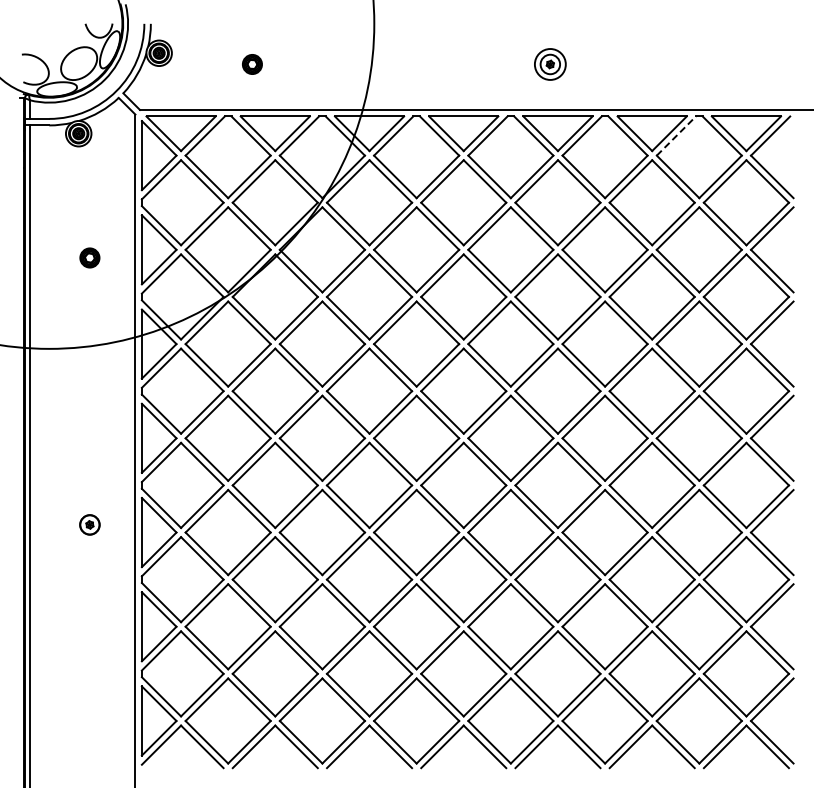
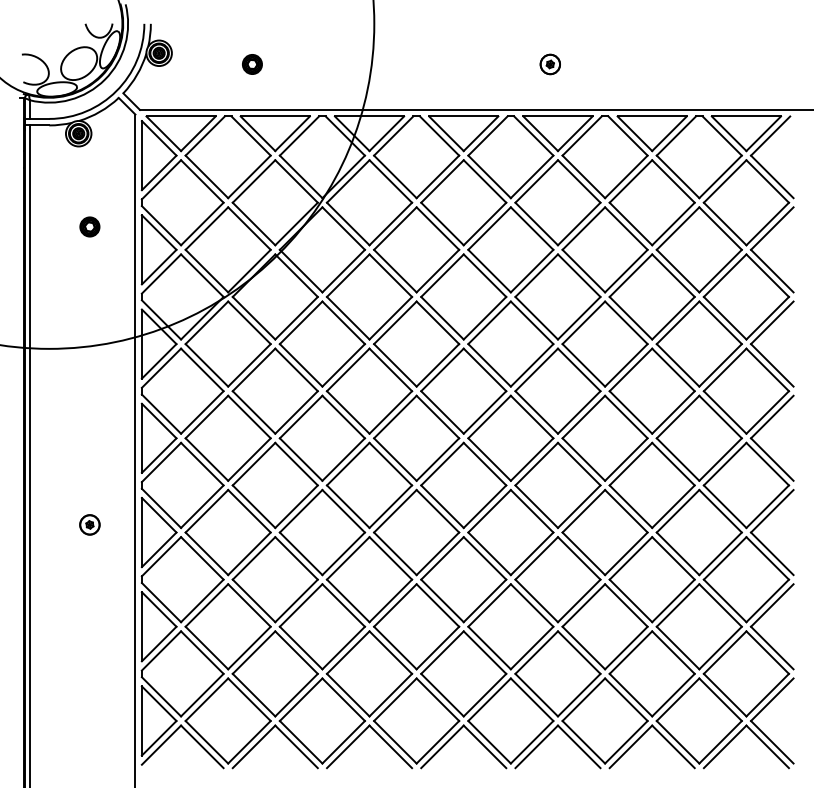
circle at (549, 64) diameter: 31 px -> 19 px
line at (676, 136): dashed -> solid
part at (89, 257) position: (89, 257) -> (89, 226)
